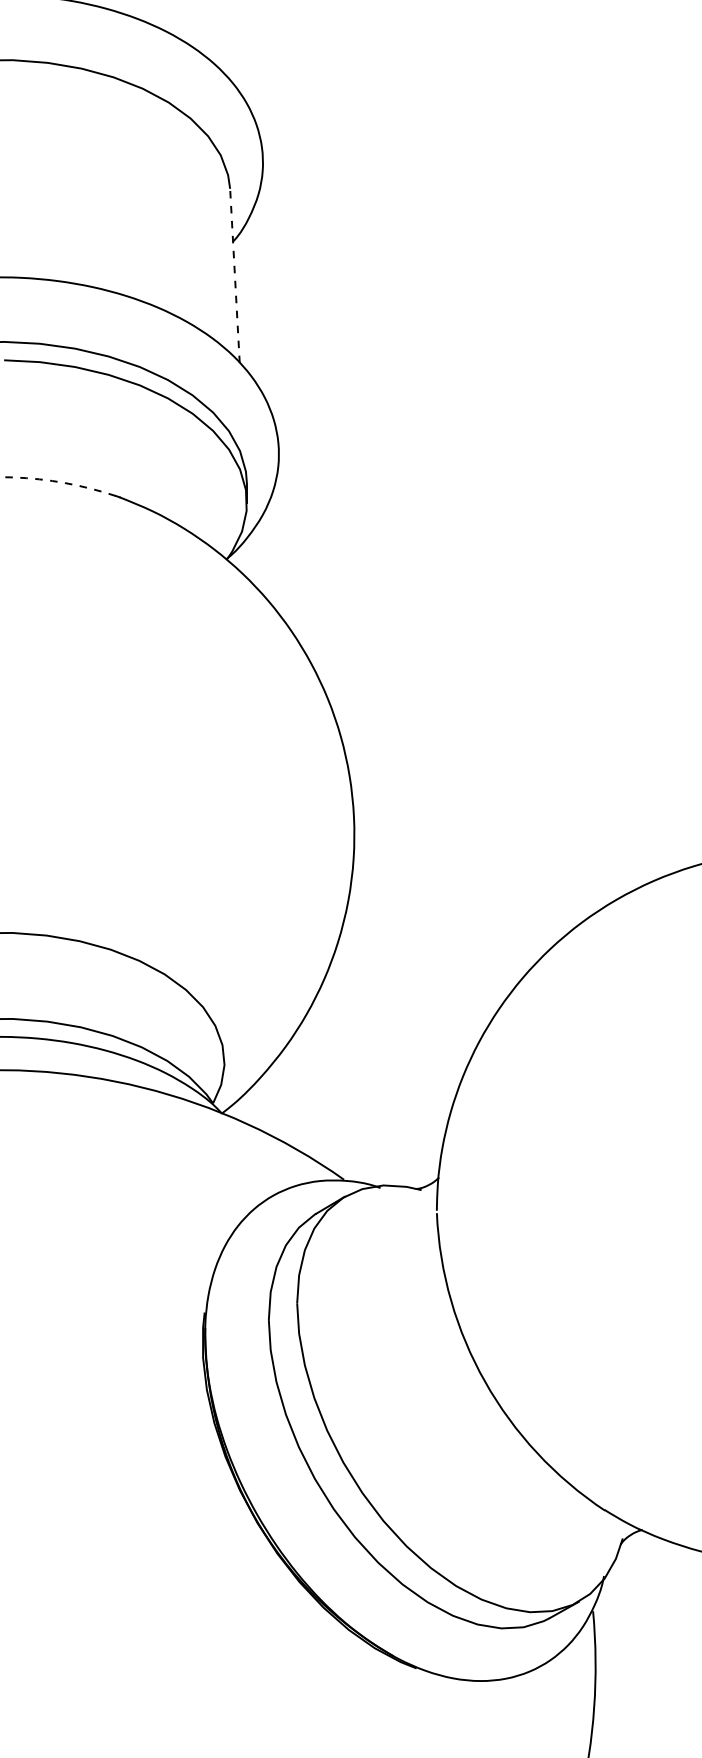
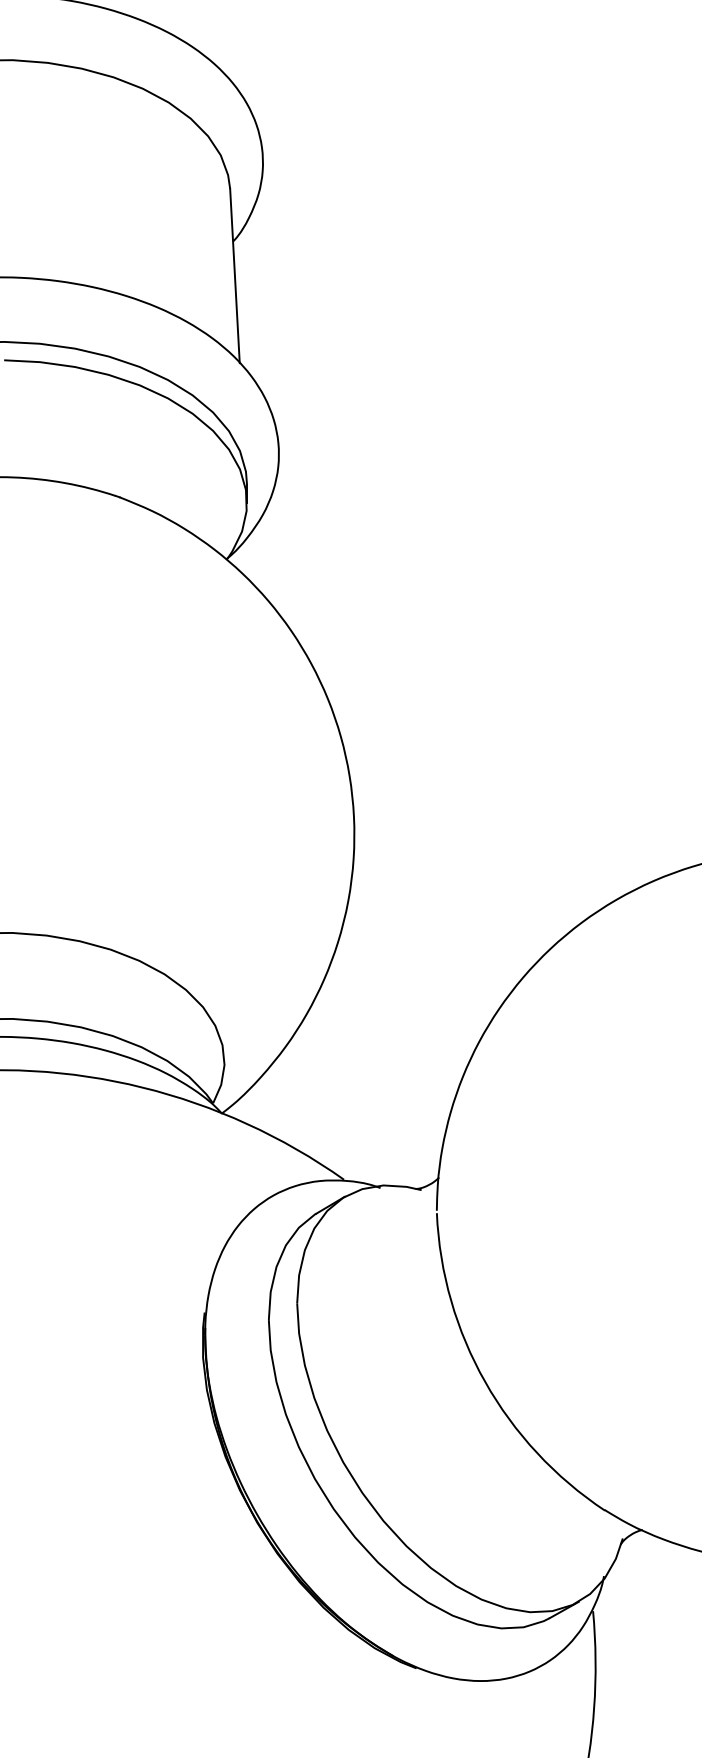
line at (234, 275): dashed -> solid
arc at (57, 481): dashed -> solid
